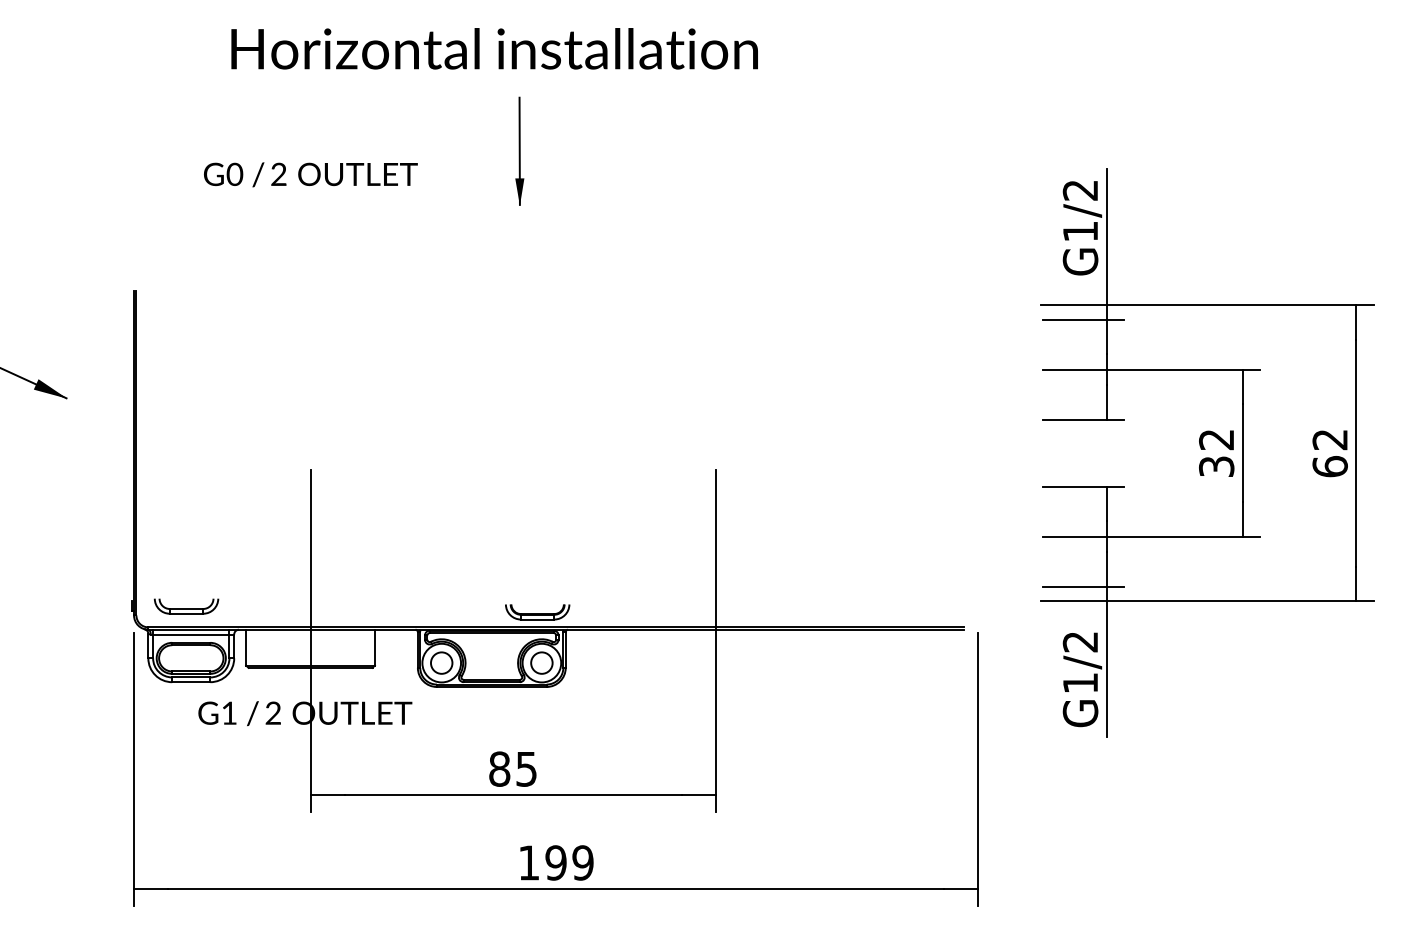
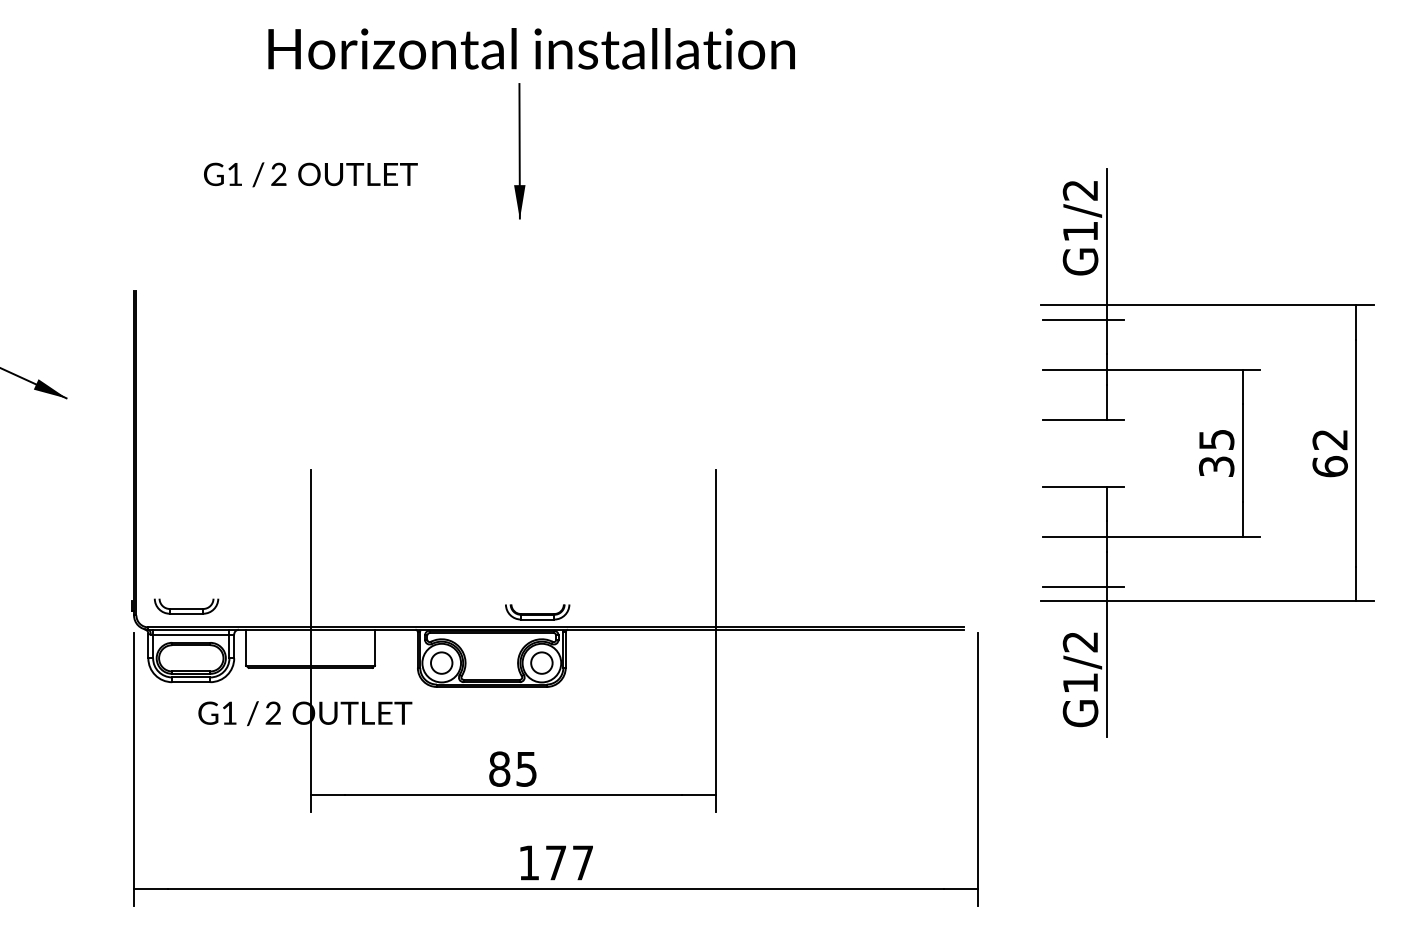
text at (494, 48) position: (494, 48) -> (531, 48)
part at (519, 150) size: 10x110 px -> 12x137 px
text at (234, 173): G0 -> G1
text at (1216, 440): 32 -> 35
text at (569, 862): 199 -> 177
